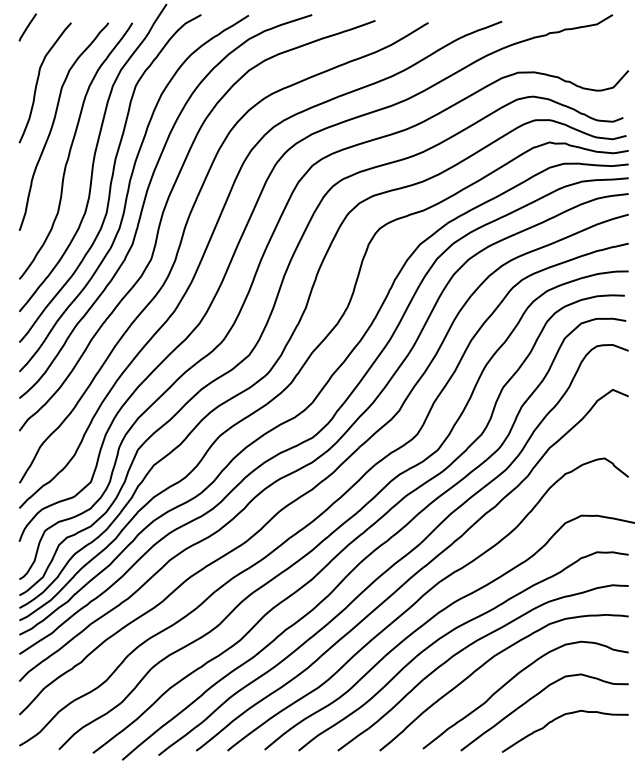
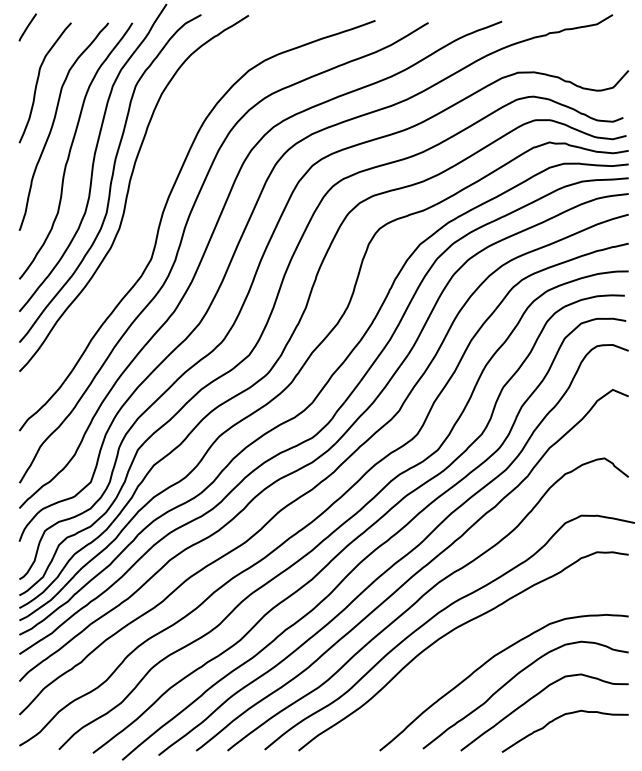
curve at (145, 201): present -> none
curve at (468, 647): present -> none
